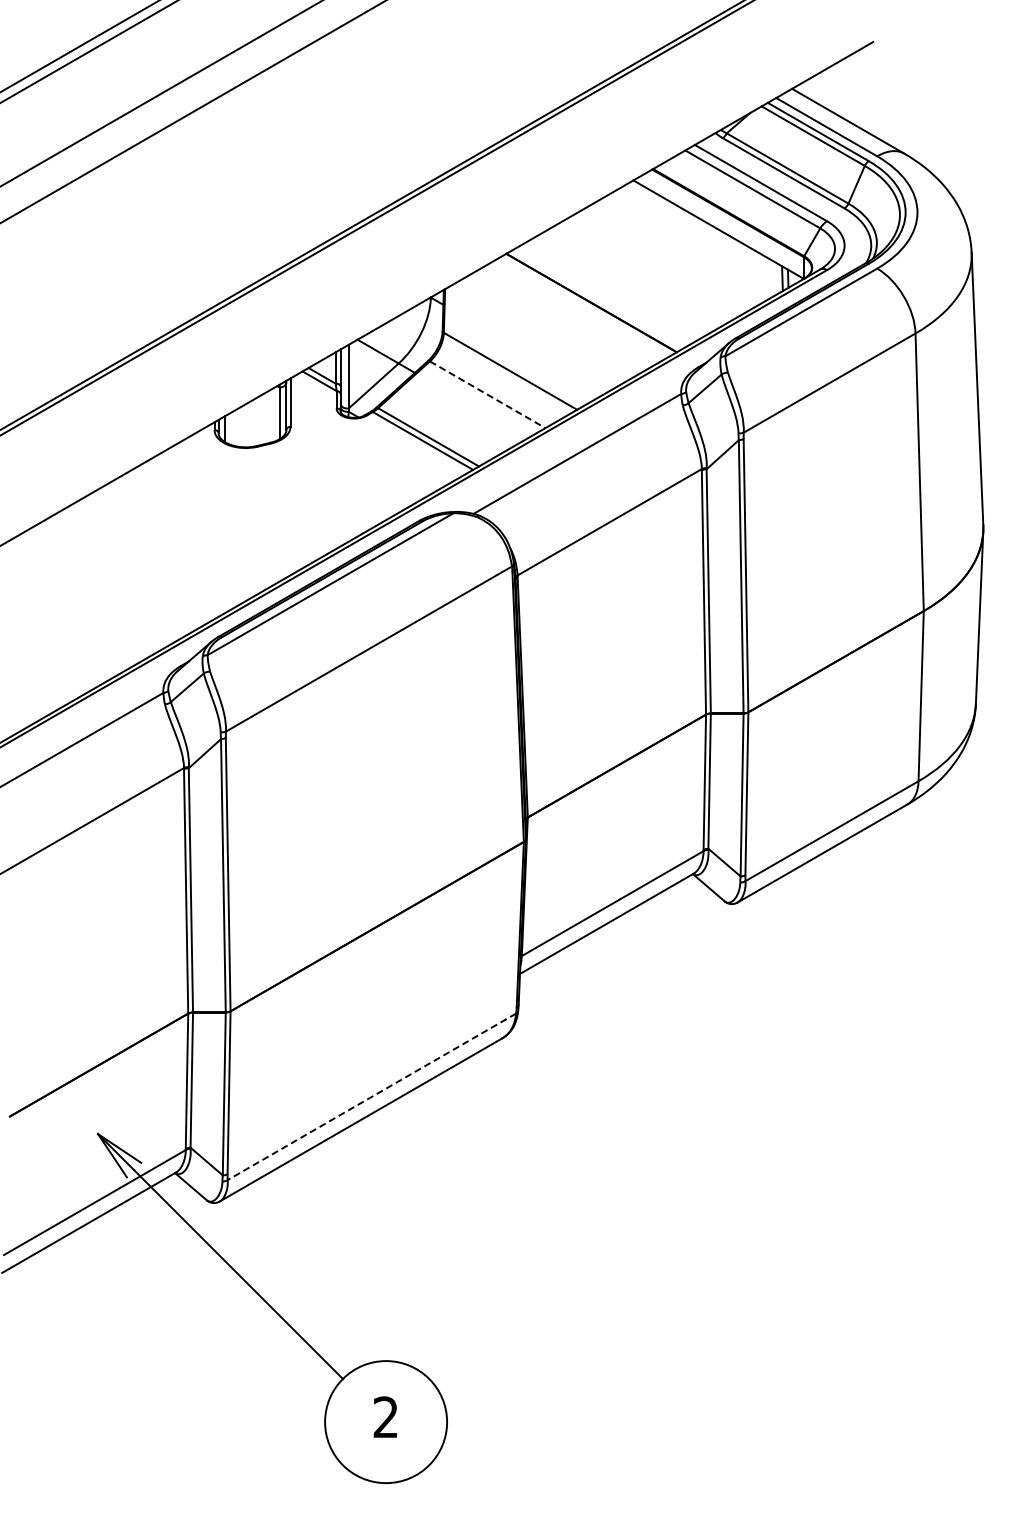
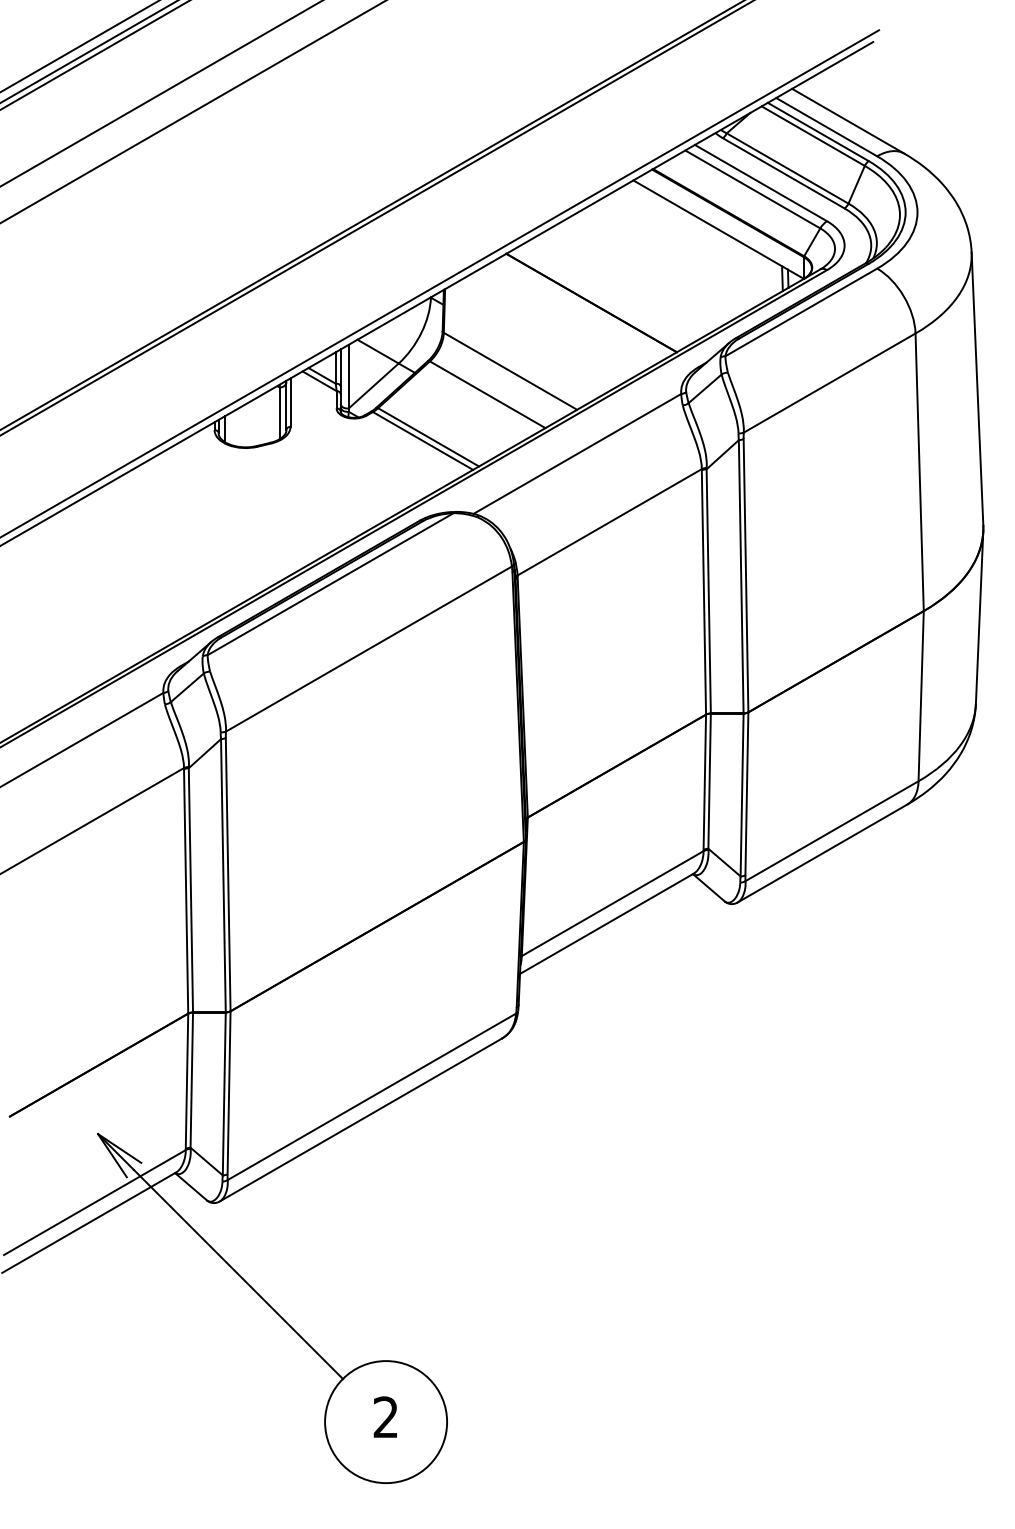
line at (94, 55): none -> present
line at (440, 283): none -> present
line at (487, 394): dashed -> solid
line at (371, 1096): dashed -> solid
